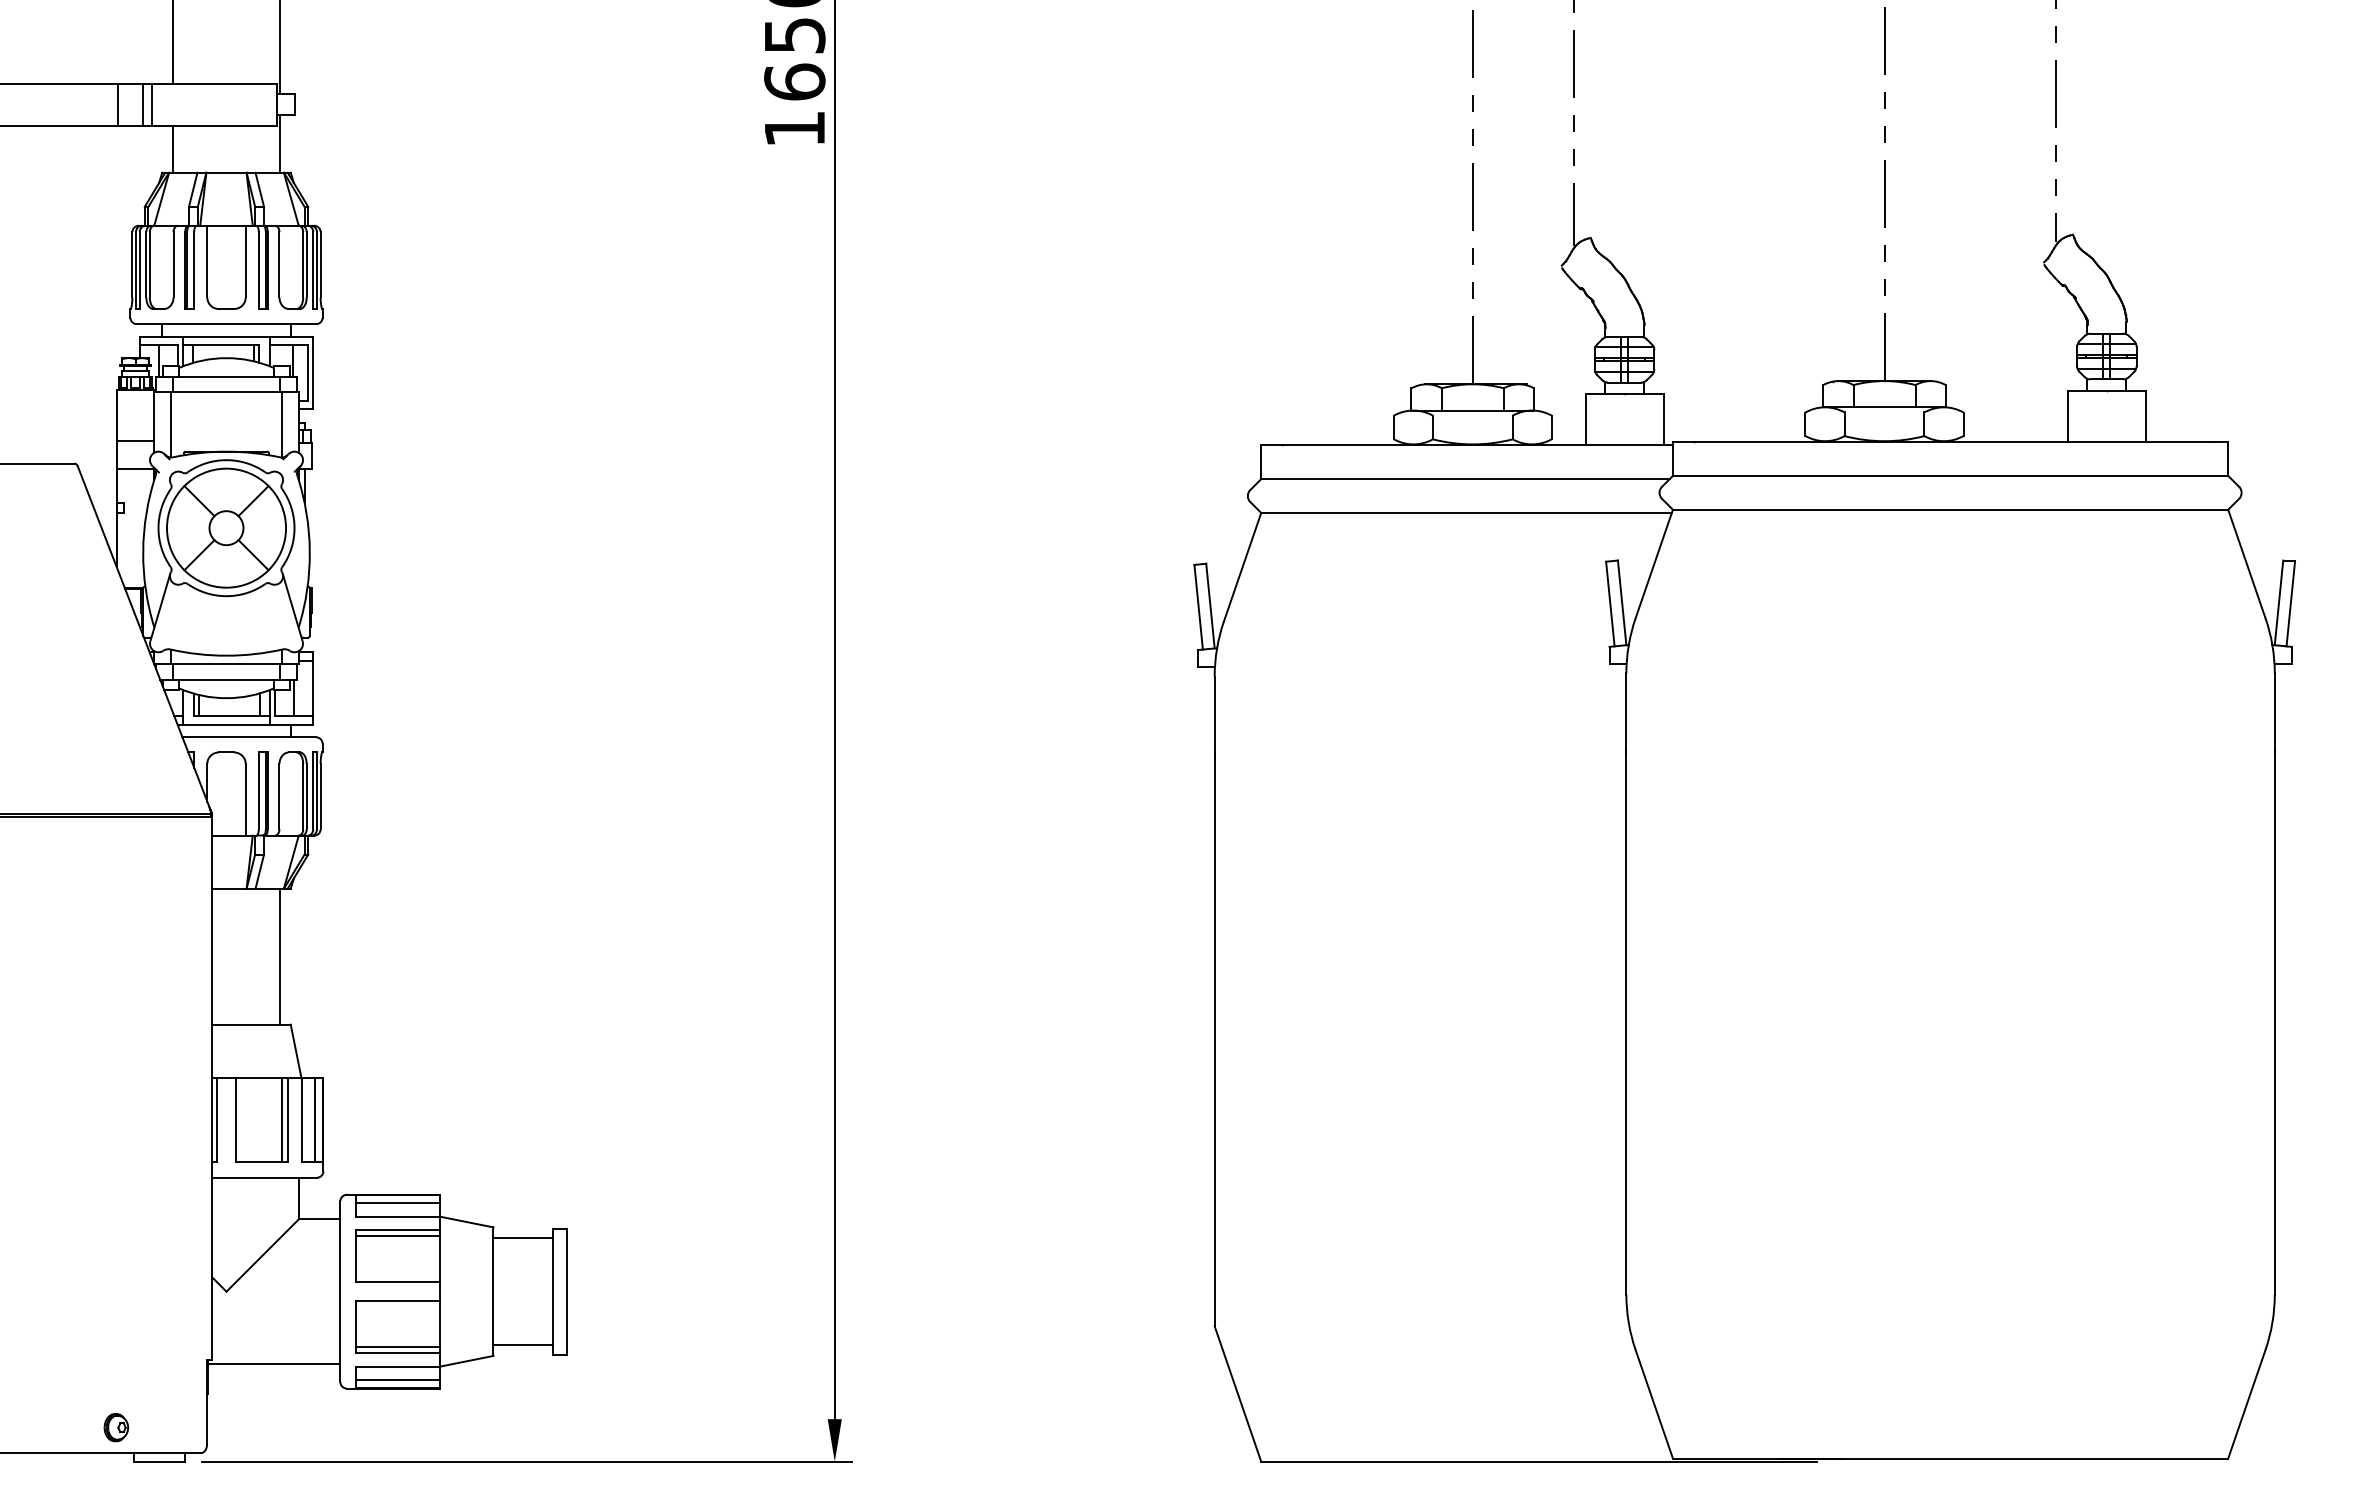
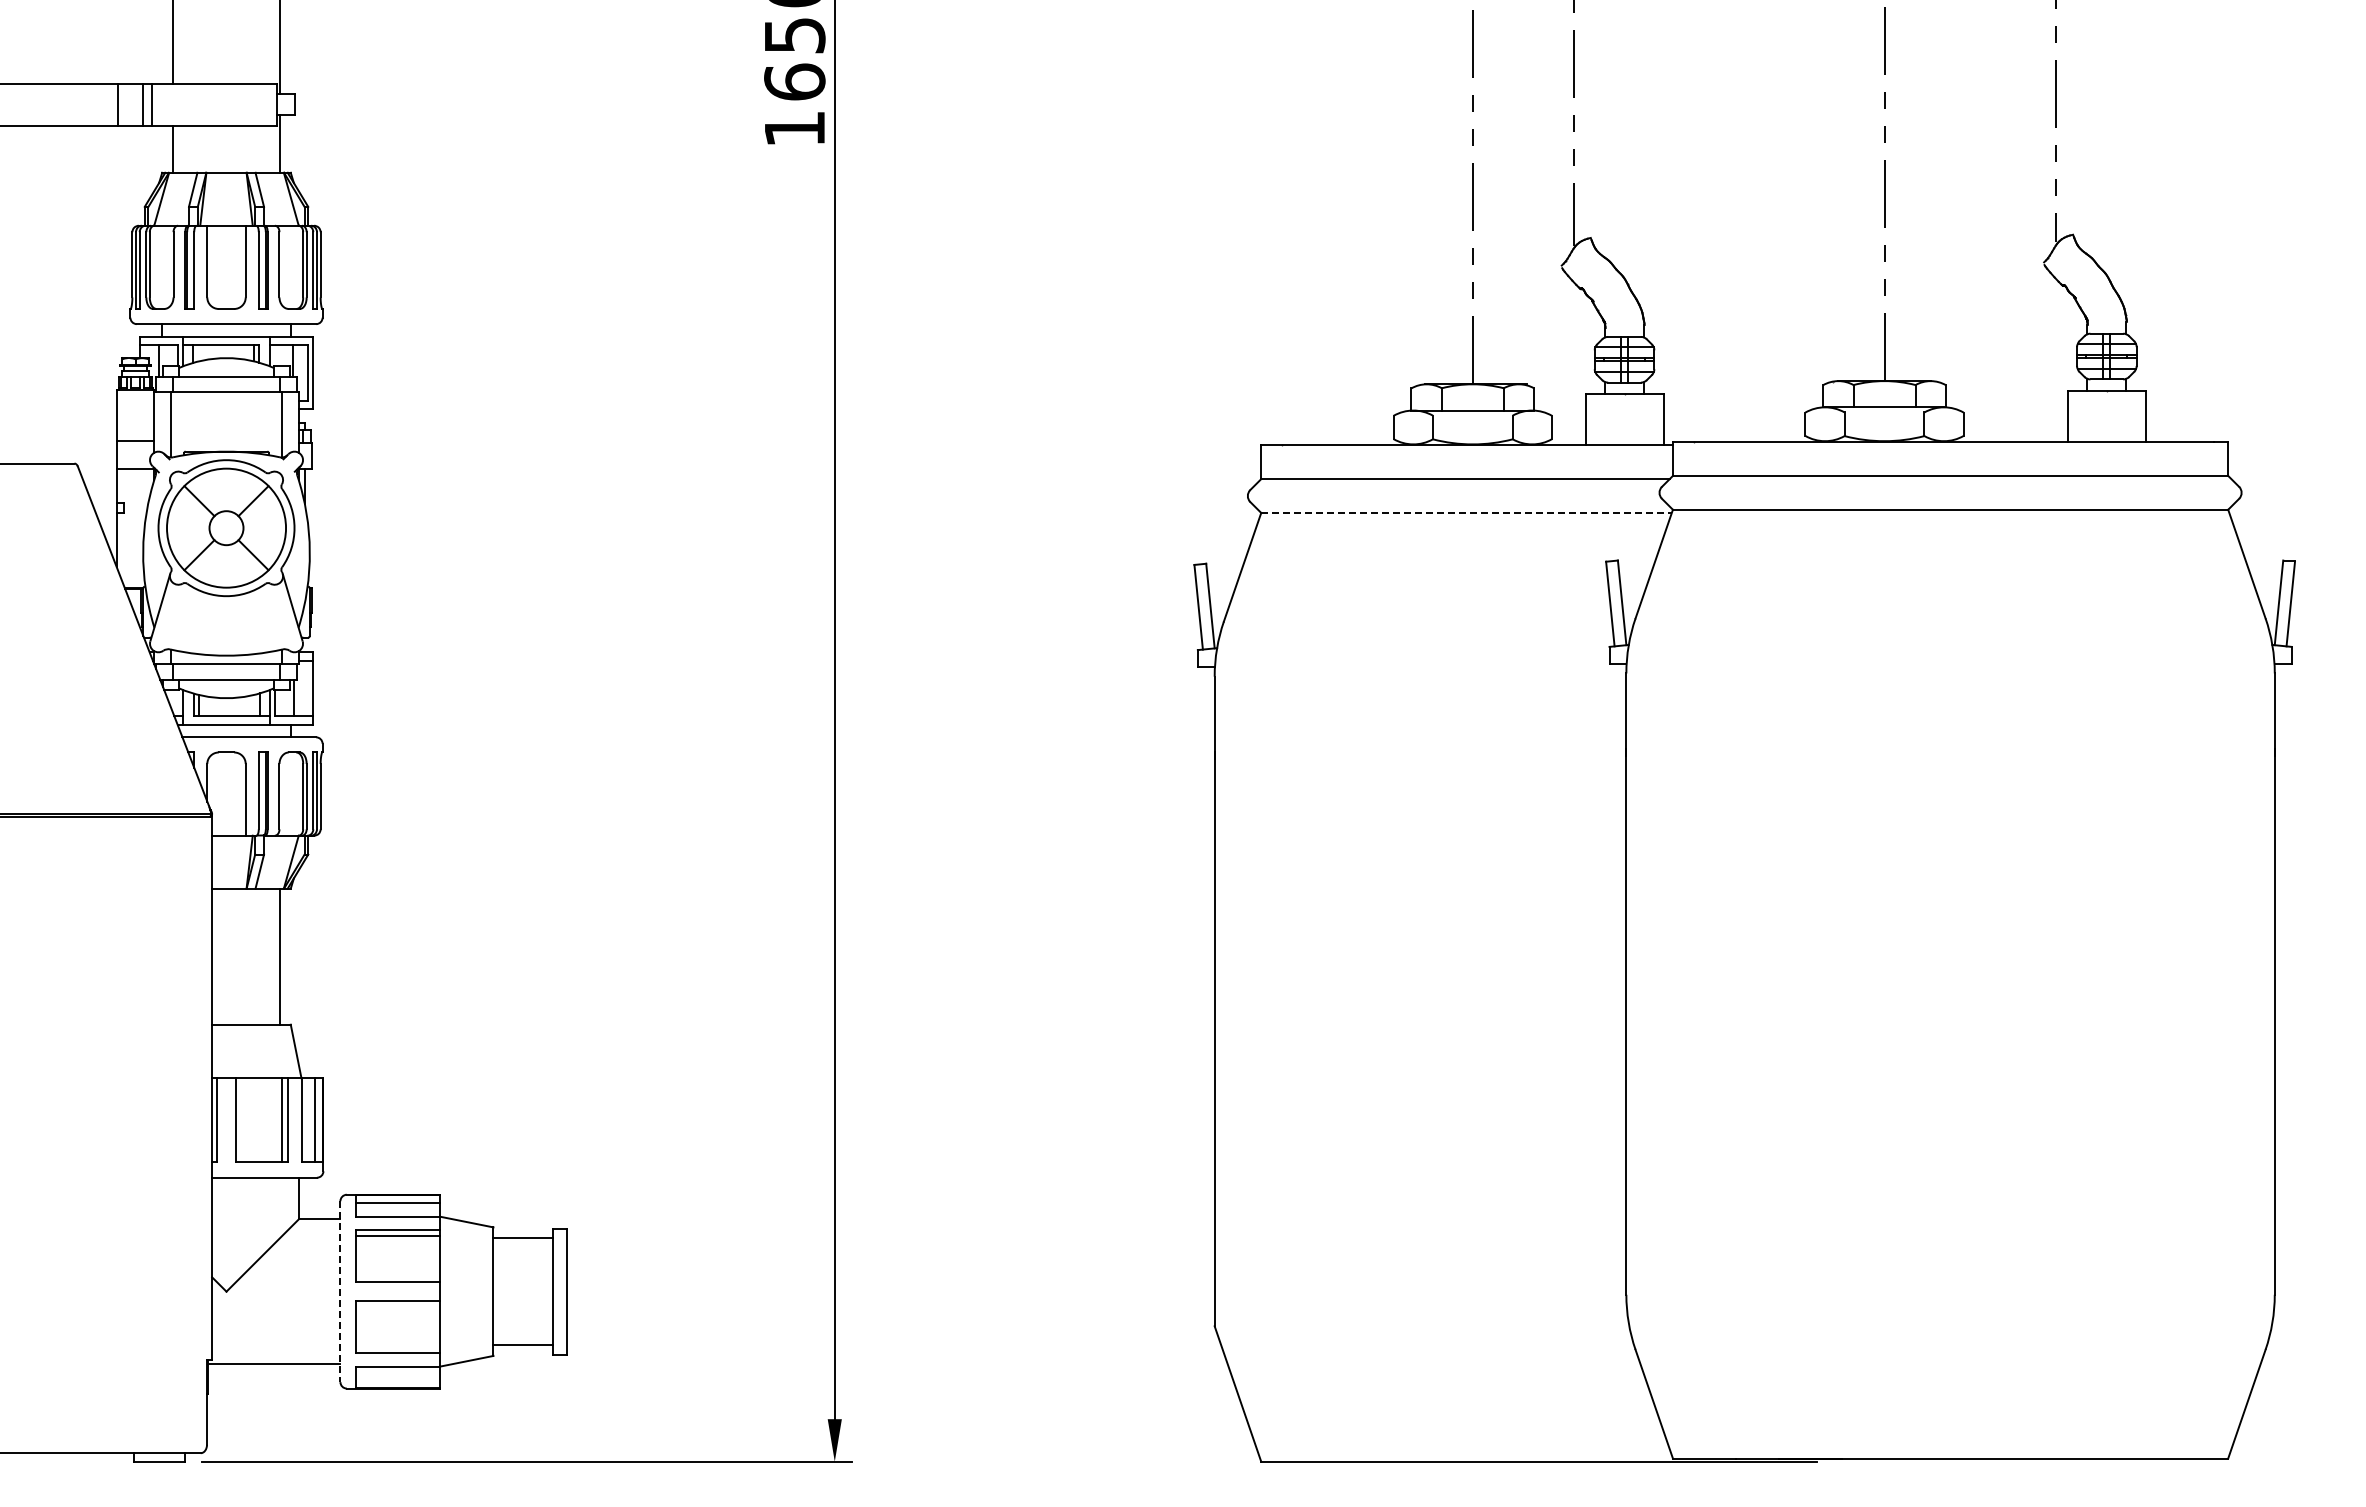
line at (1467, 512): solid -> dashed
line at (340, 1292): solid -> dashed
line at (397, 1347): present -> none
line at (397, 1380): present -> none
part at (115, 1427): present -> none
